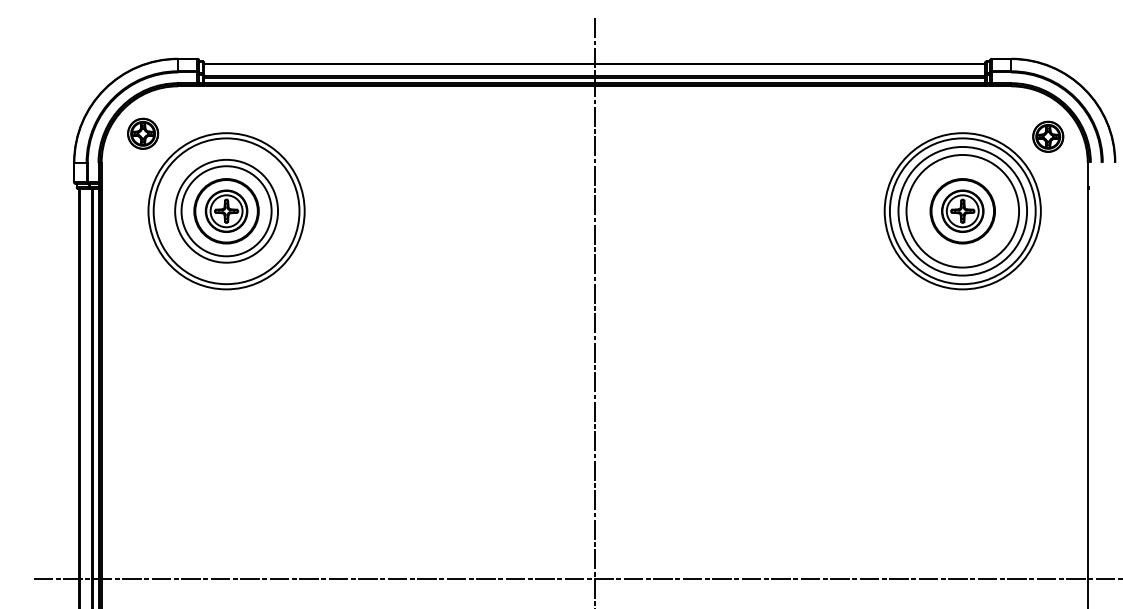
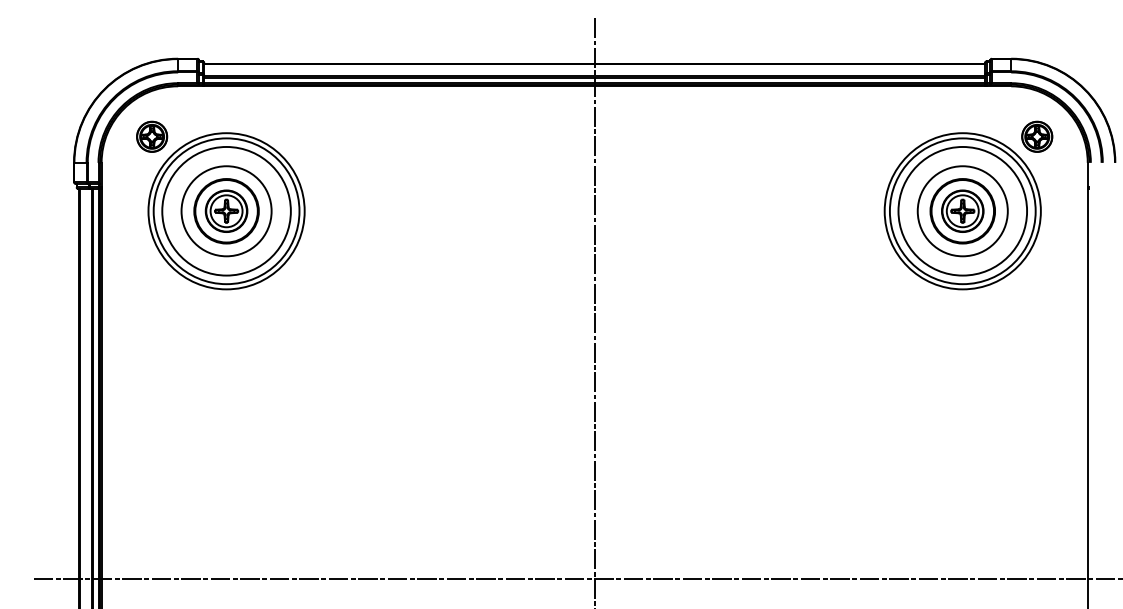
part at (143, 133) position: (143, 133) -> (152, 136)
part at (1048, 136) position: (1048, 136) -> (1037, 136)
circle at (226, 210) diameter: 103 px -> 129 px
circle at (962, 210) diameter: 113 px -> 90 px
